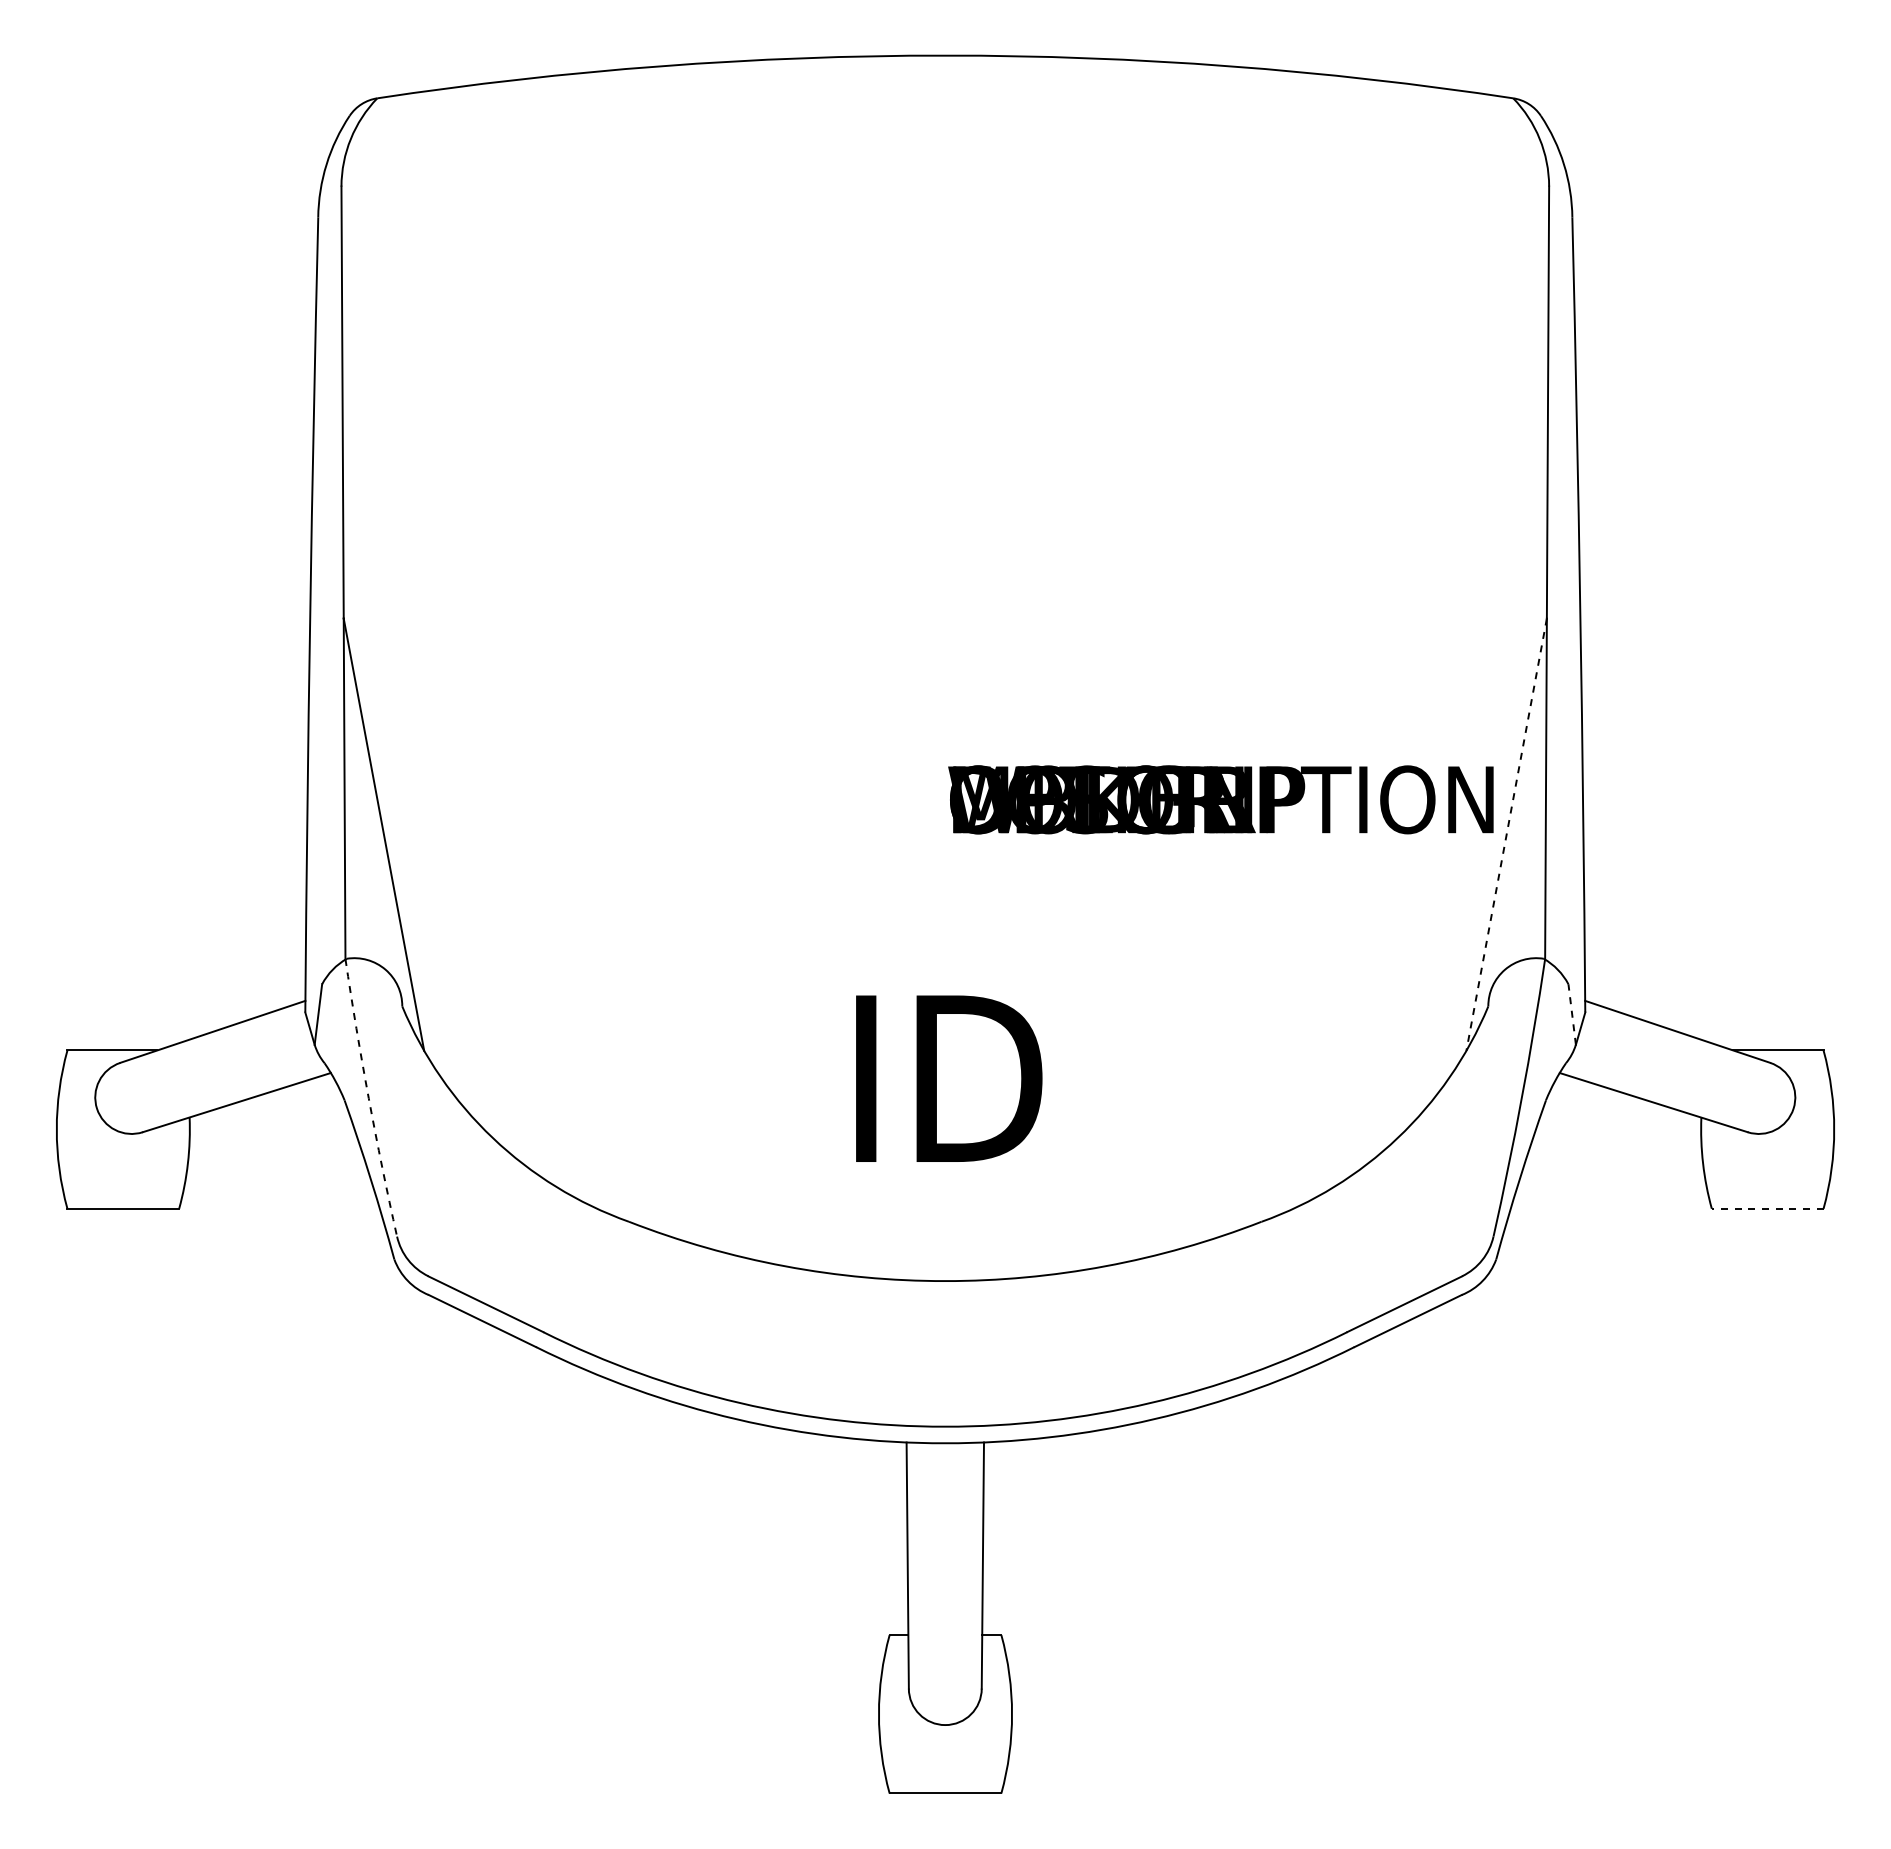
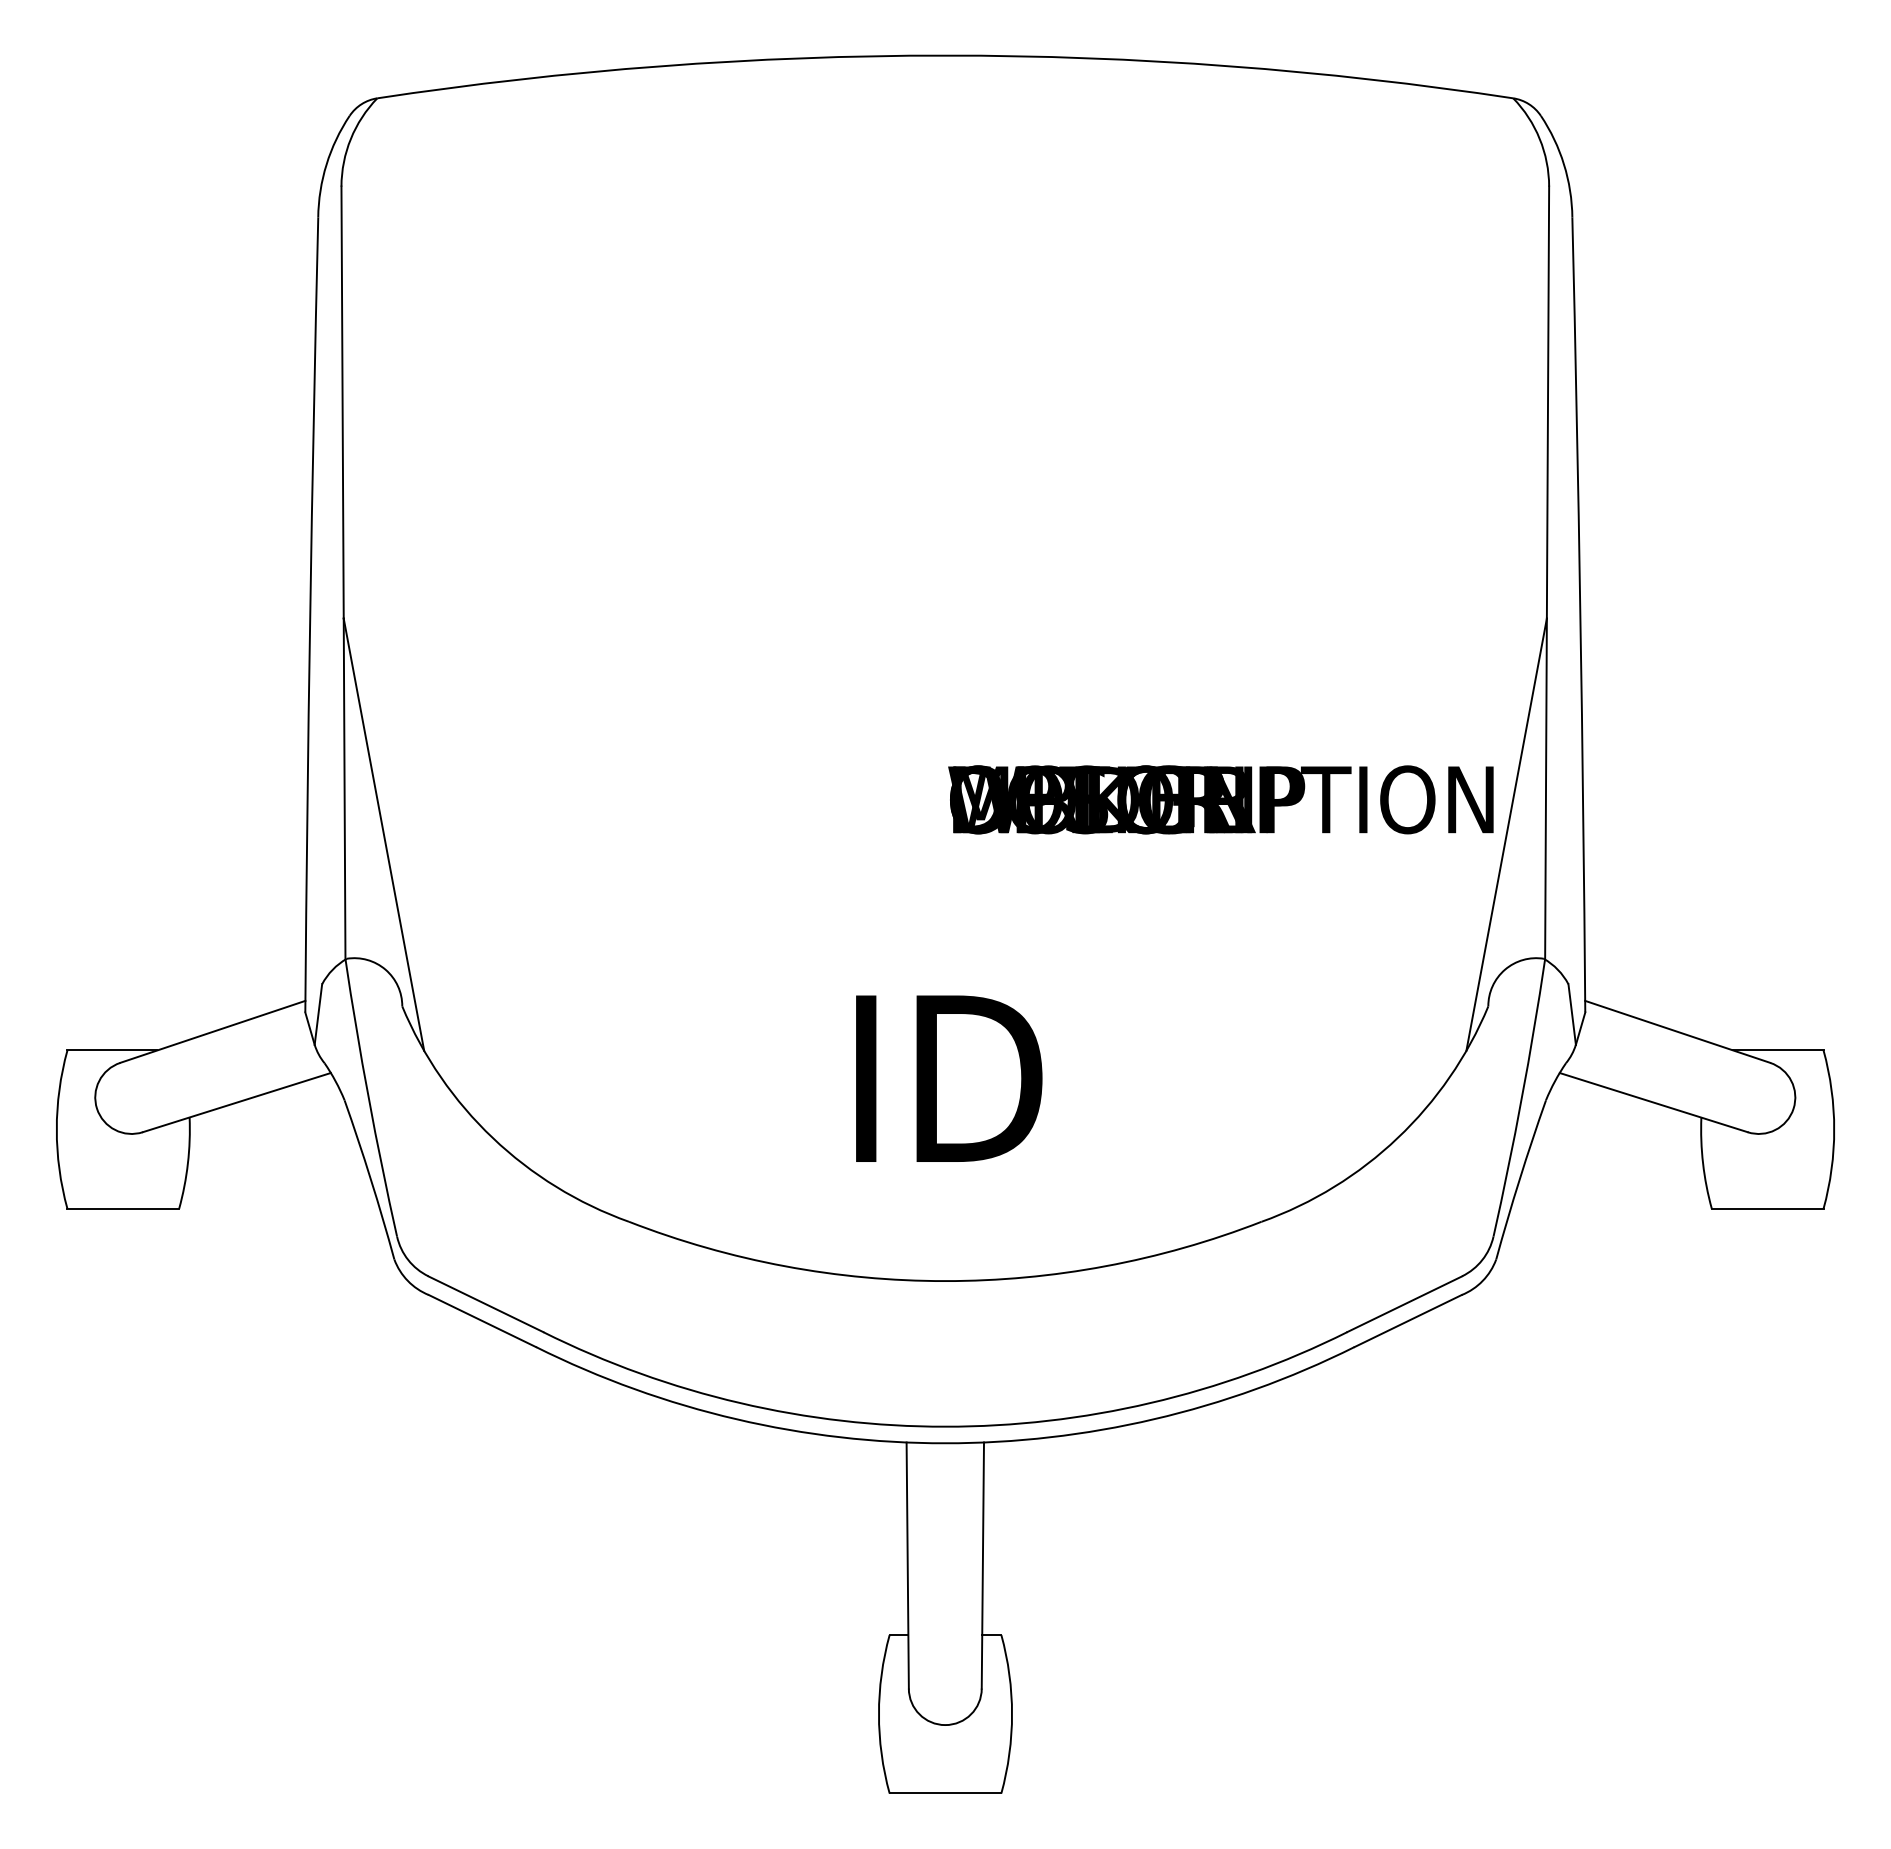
line at (1506, 834): dashed -> solid
line at (1572, 1014): dashed -> solid
arc at (368, 1098): dashed -> solid
line at (1767, 1208): dashed -> solid
